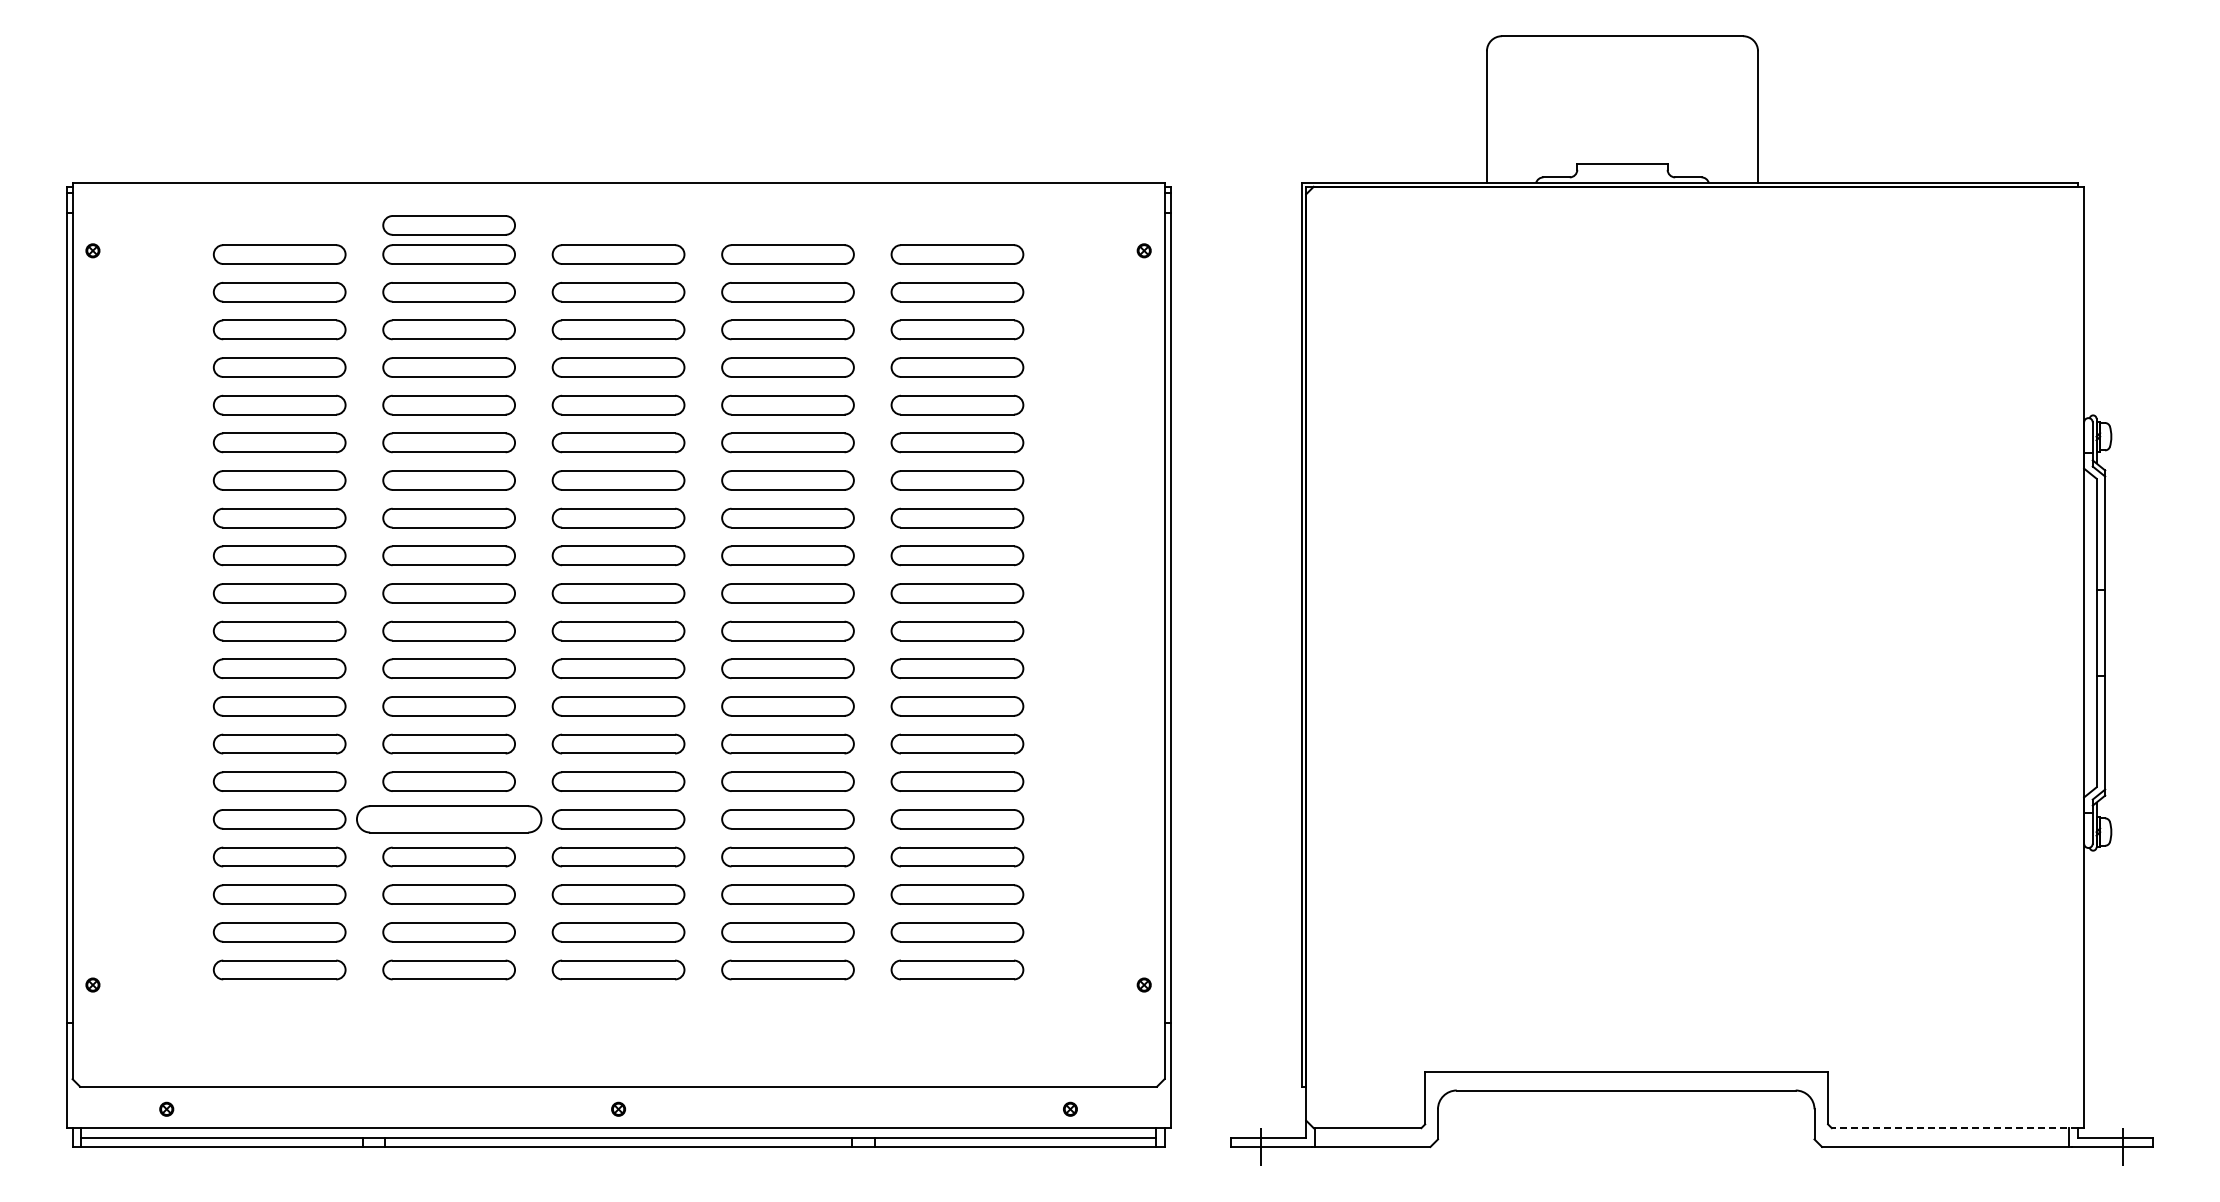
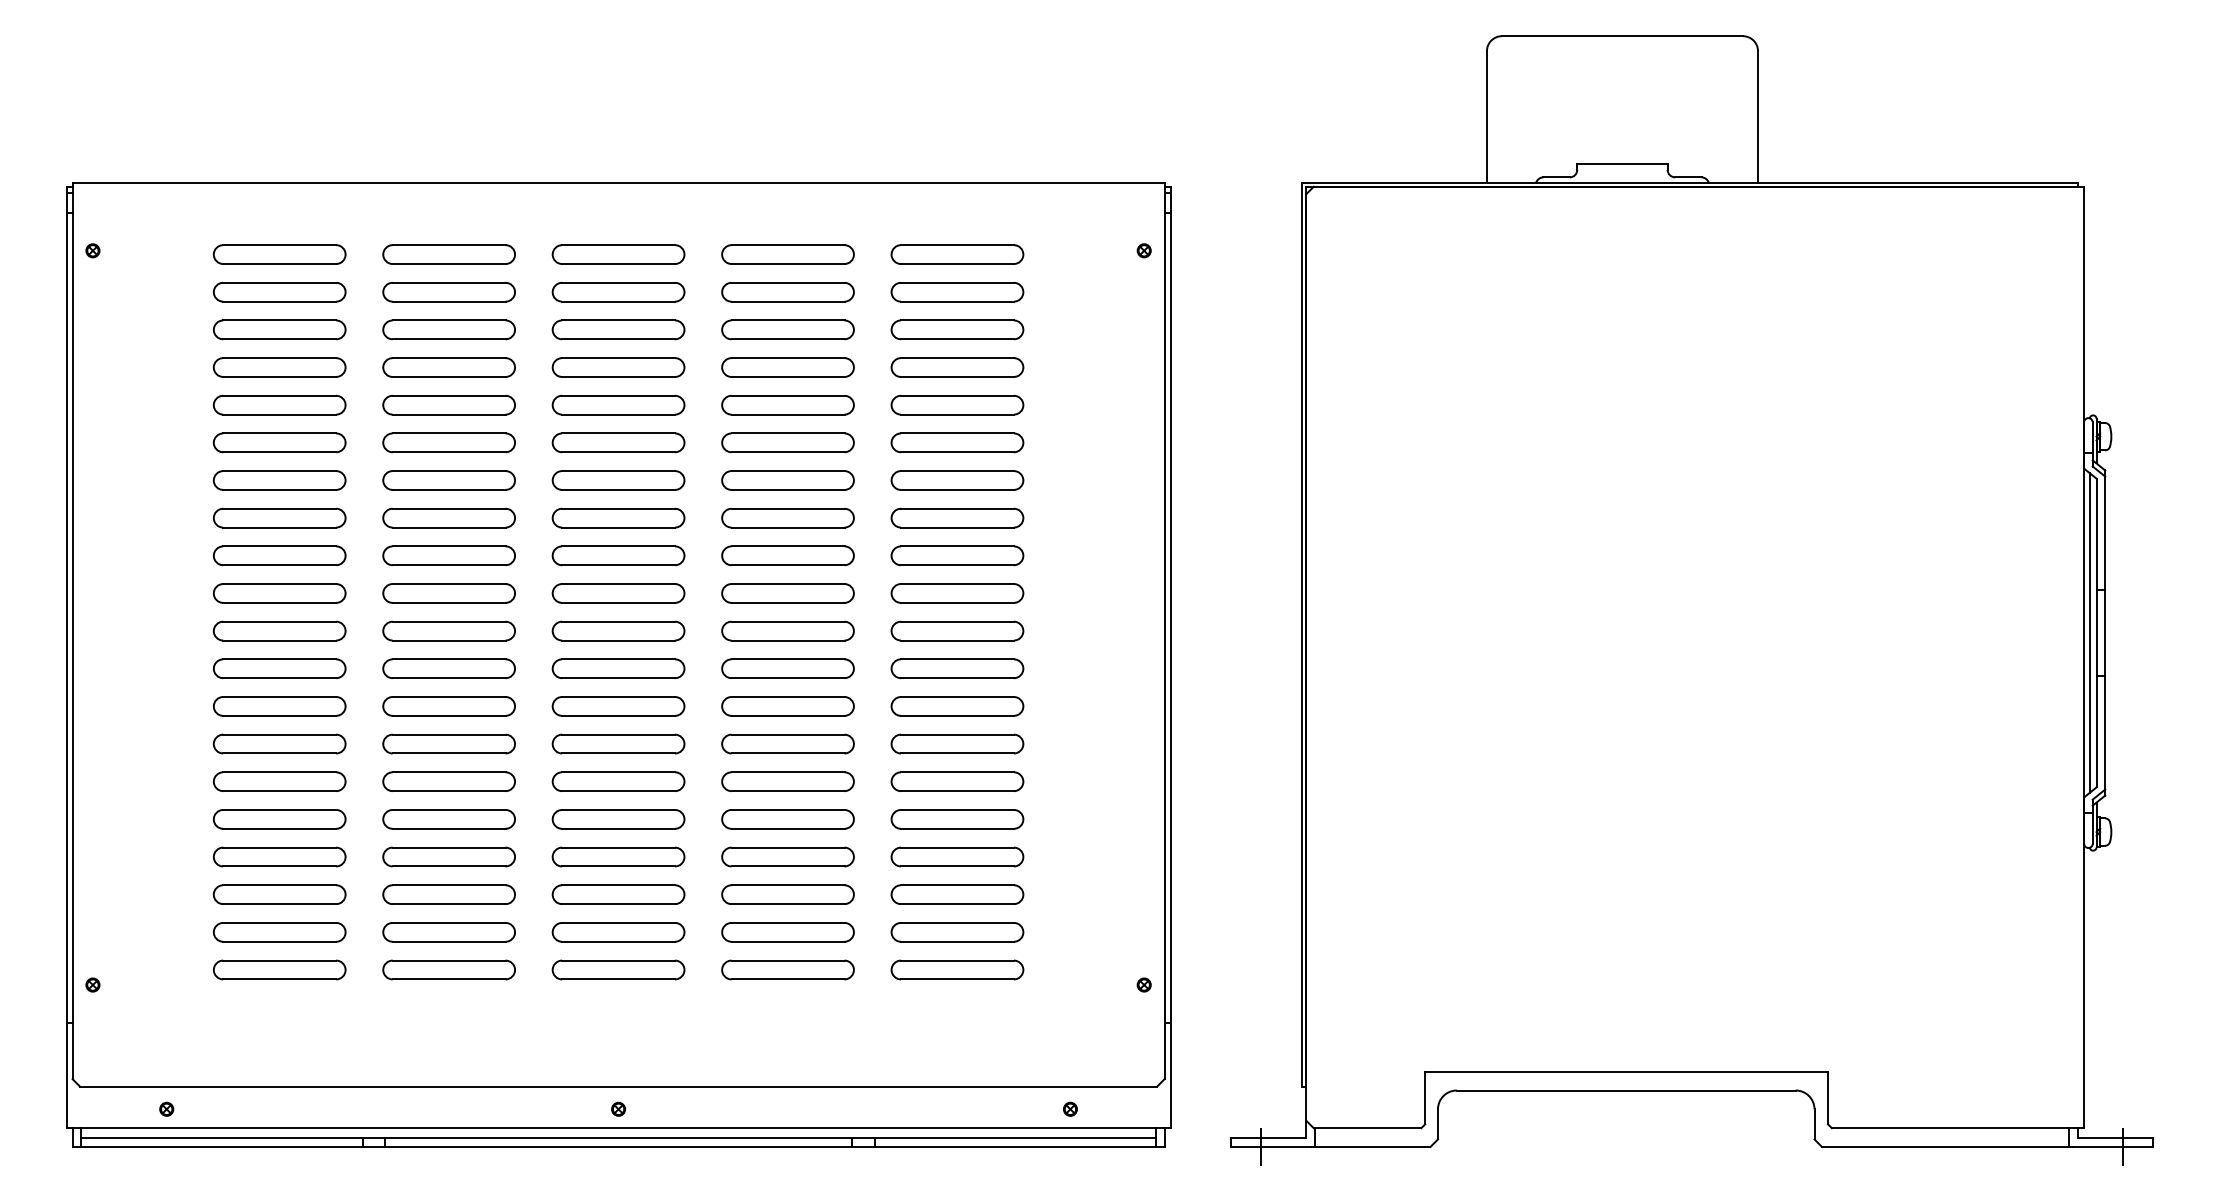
part at (448, 225): present -> none
line at (2089, 632): none -> present
part at (449, 819) size: 187x29 px -> 134x21 px
line at (1954, 1128): dashed -> solid
